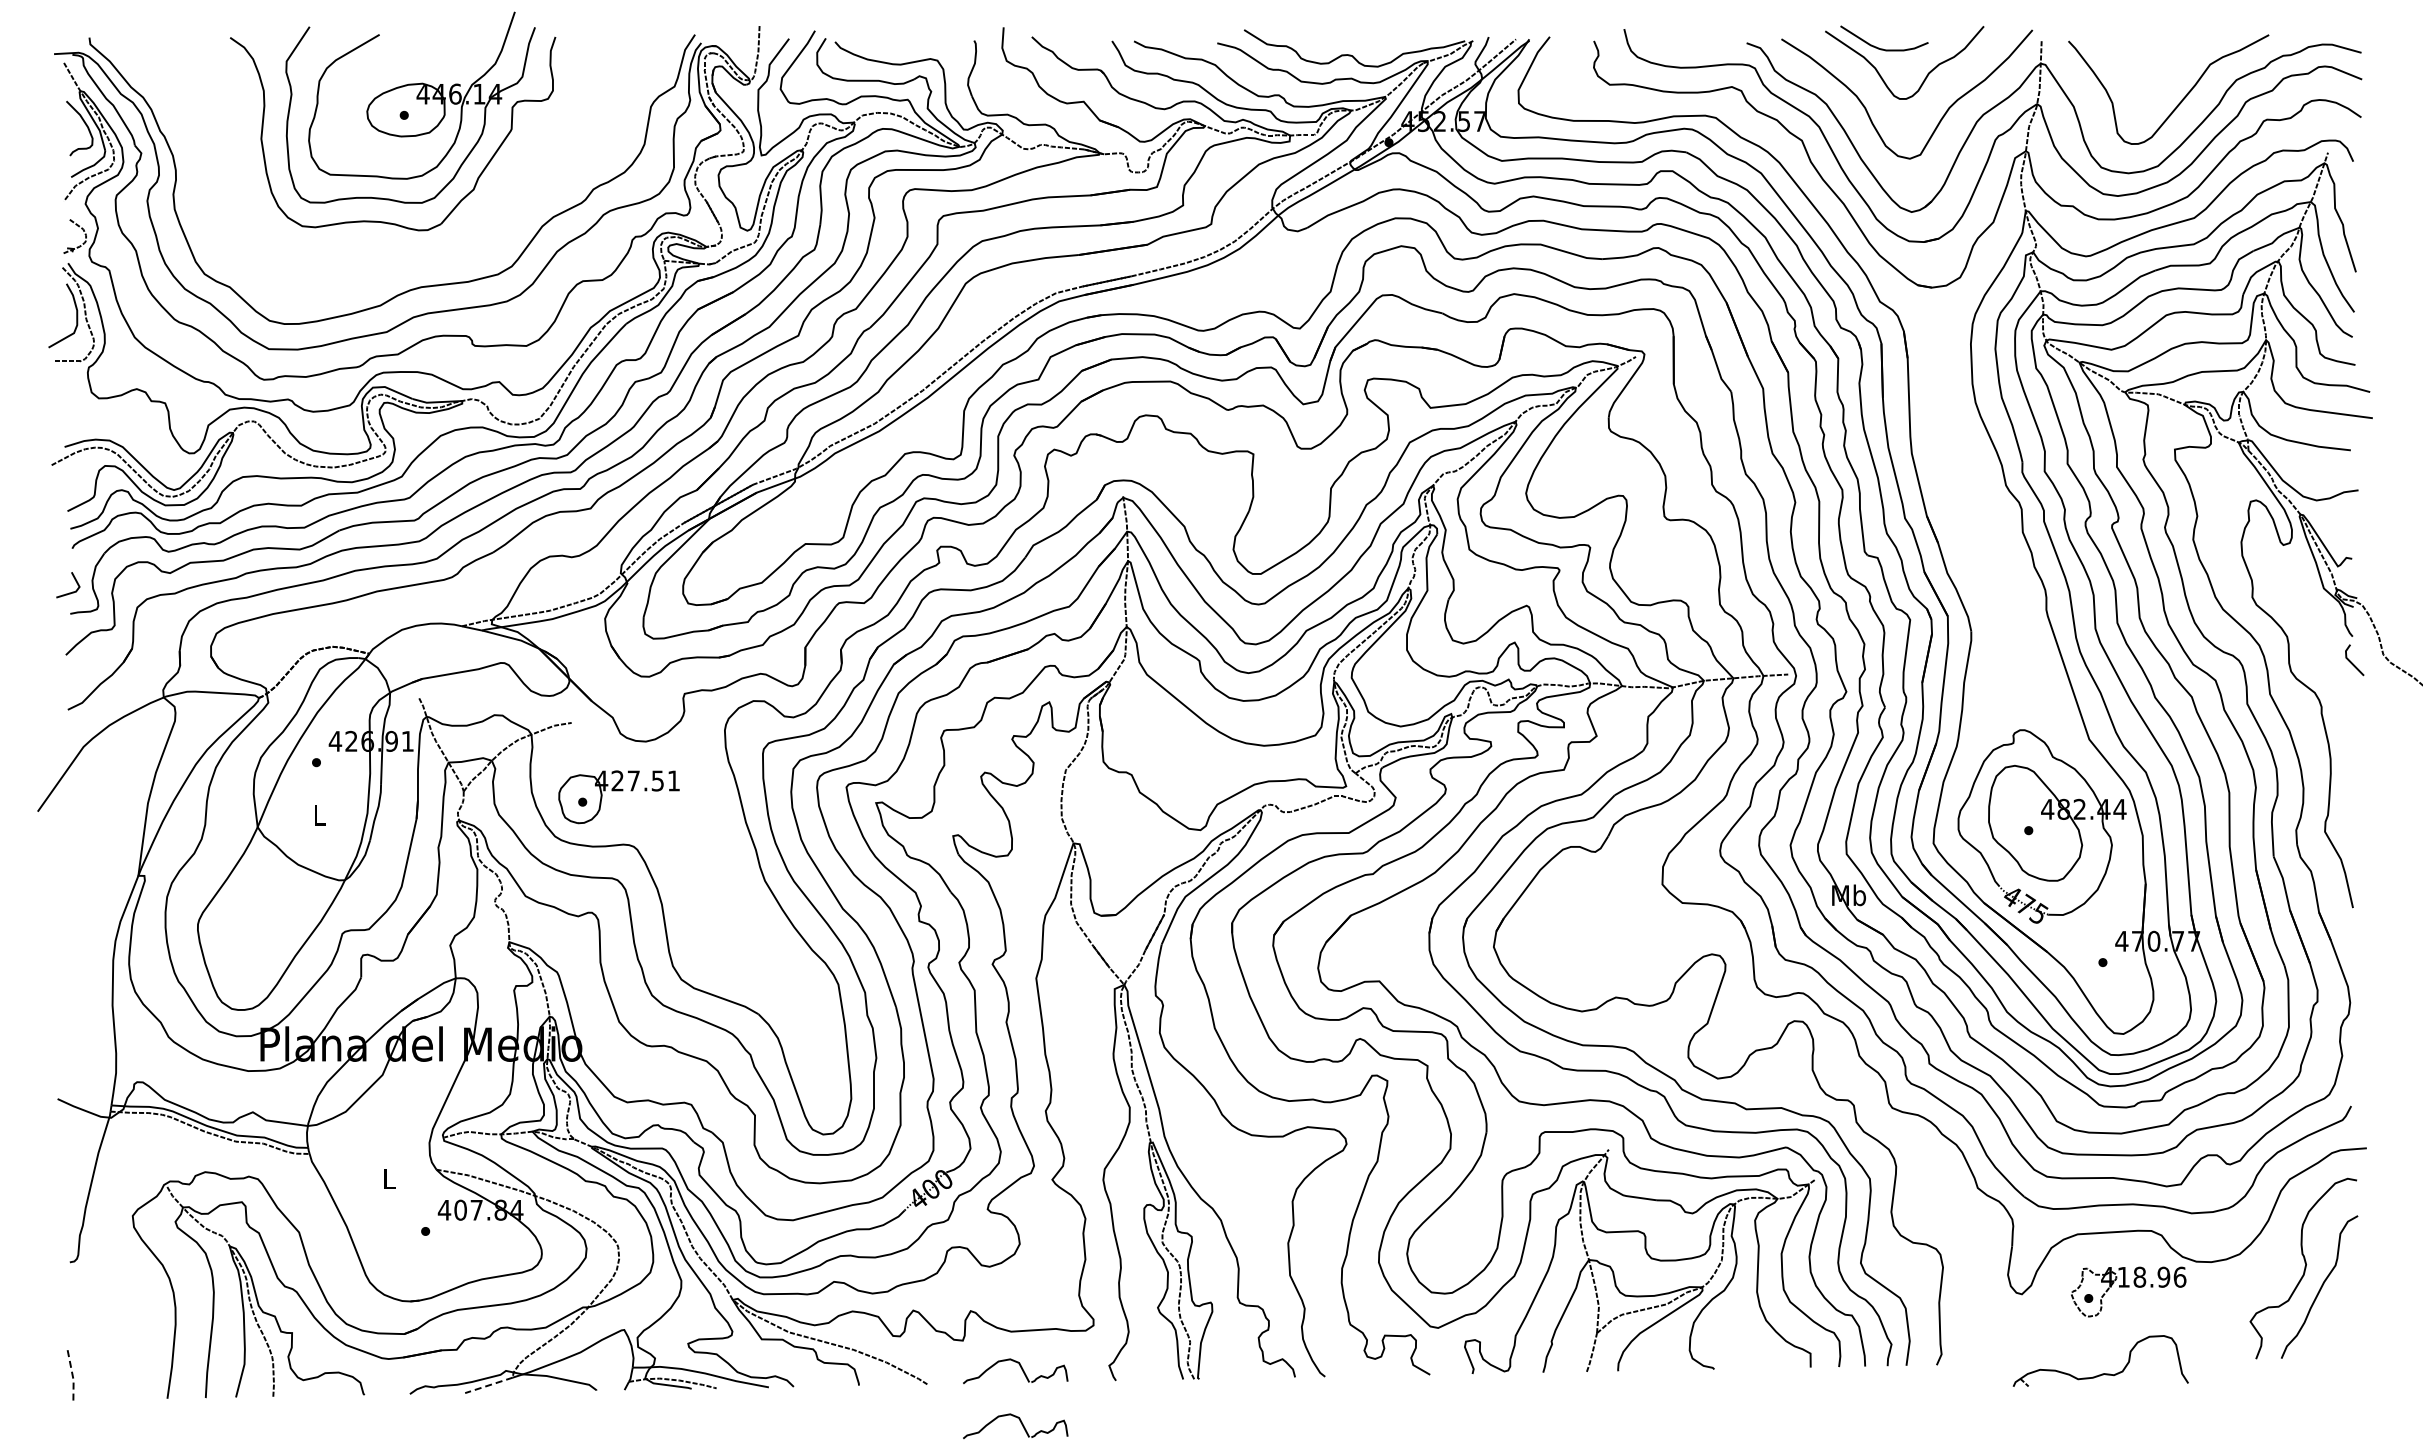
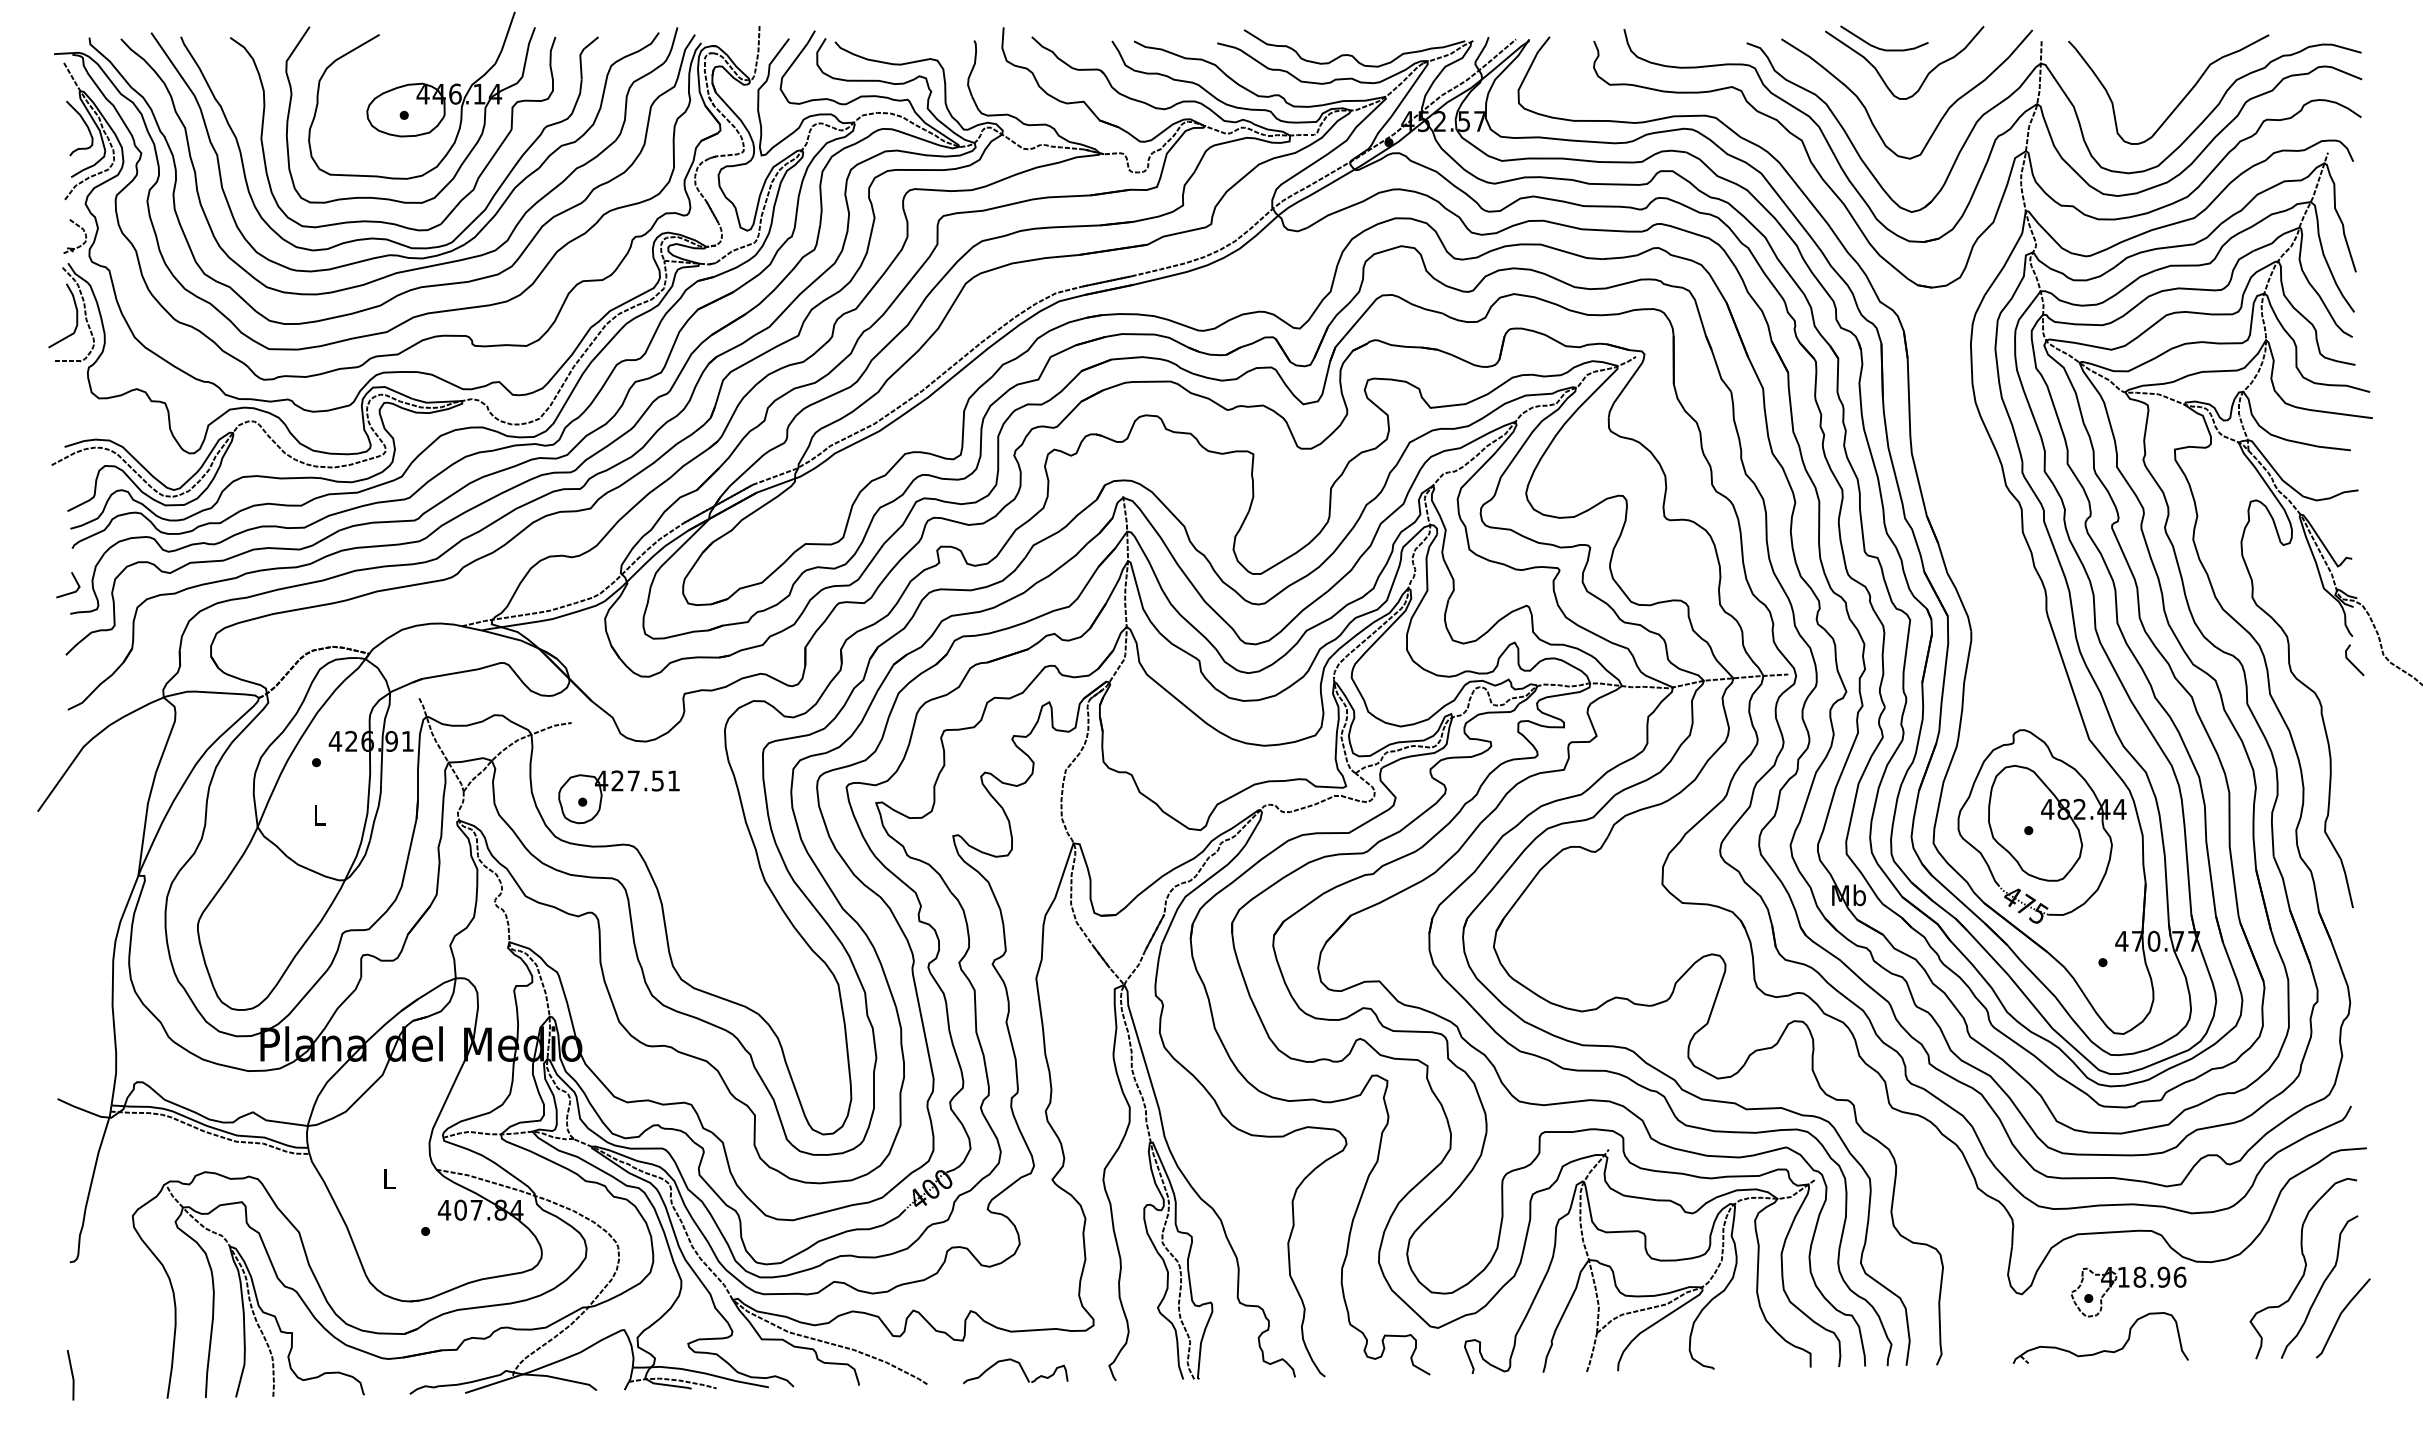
part at (387, 238): none -> present
line at (2340, 1316): none -> present
part at (2101, 1373) position: (2101, 1373) -> (2101, 1350)
line at (72, 1375): dashed -> solid
line at (488, 1385): dashed -> solid
part at (1015, 1425): present -> none
